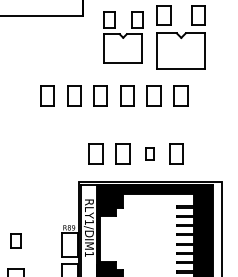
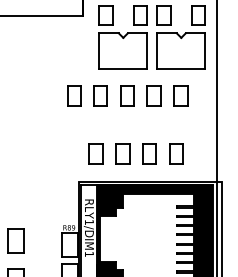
part at (123, 37) size: 41x53 px -> 50x65 px
part at (47, 95): present -> none
line at (216, 137): none -> present
part at (149, 153) size: 10x14 px -> 15x22 px
part at (15, 240) size: 12x16 px -> 18x26 px
